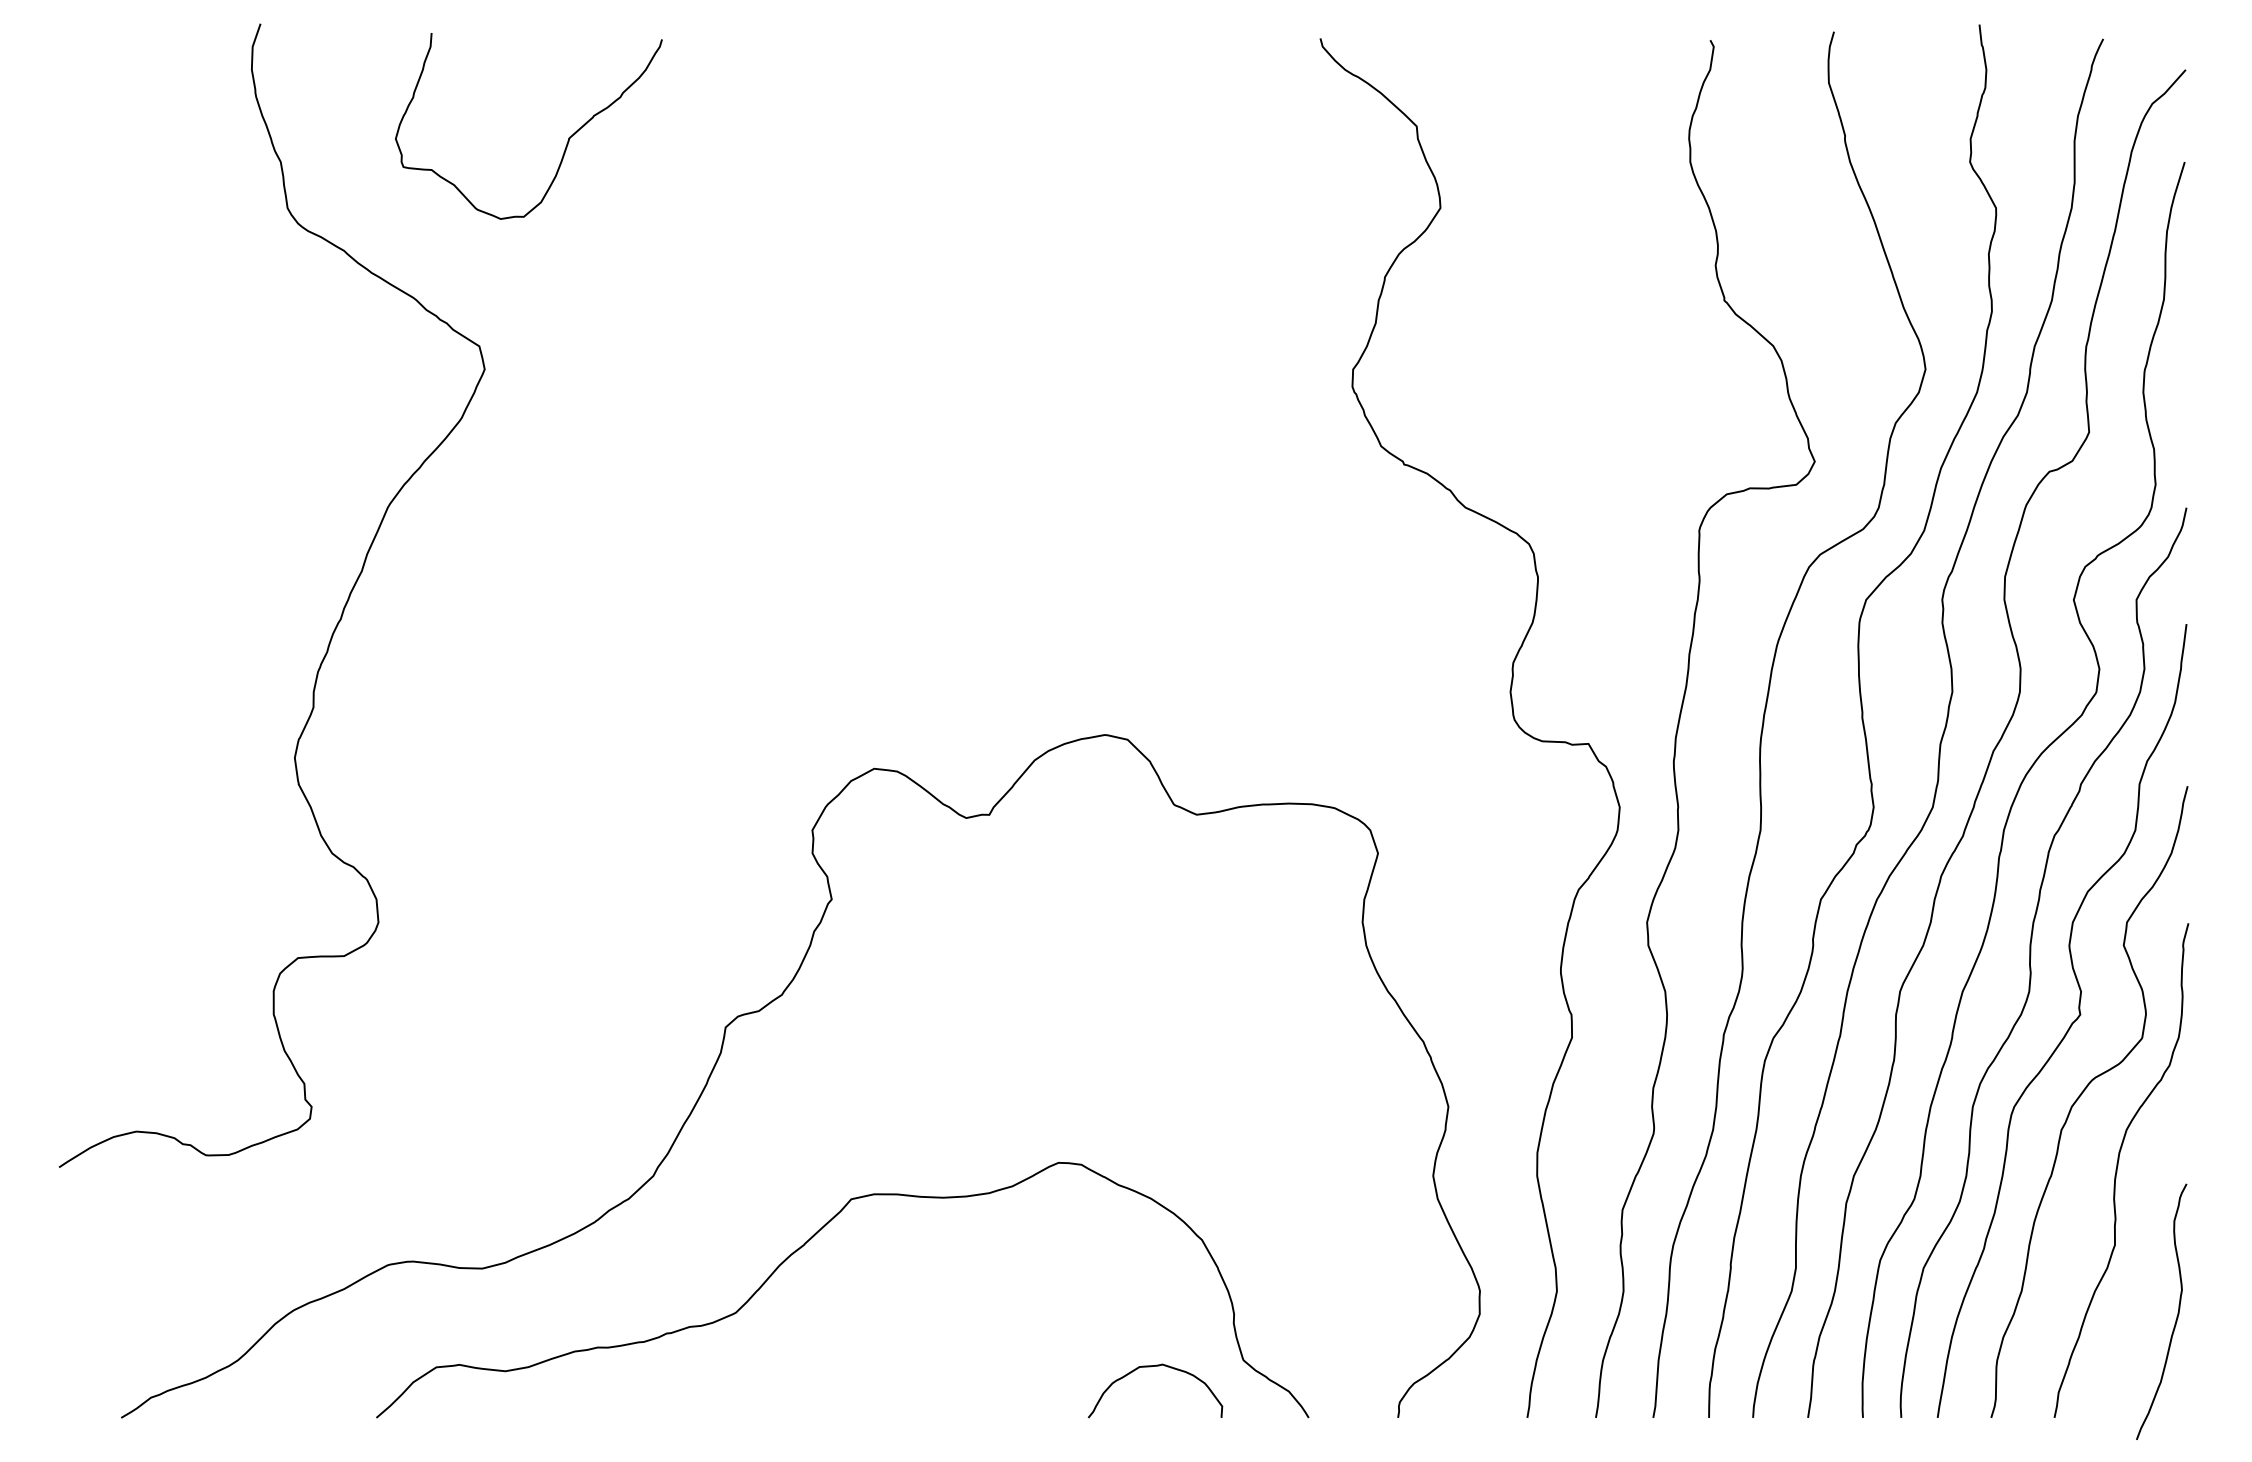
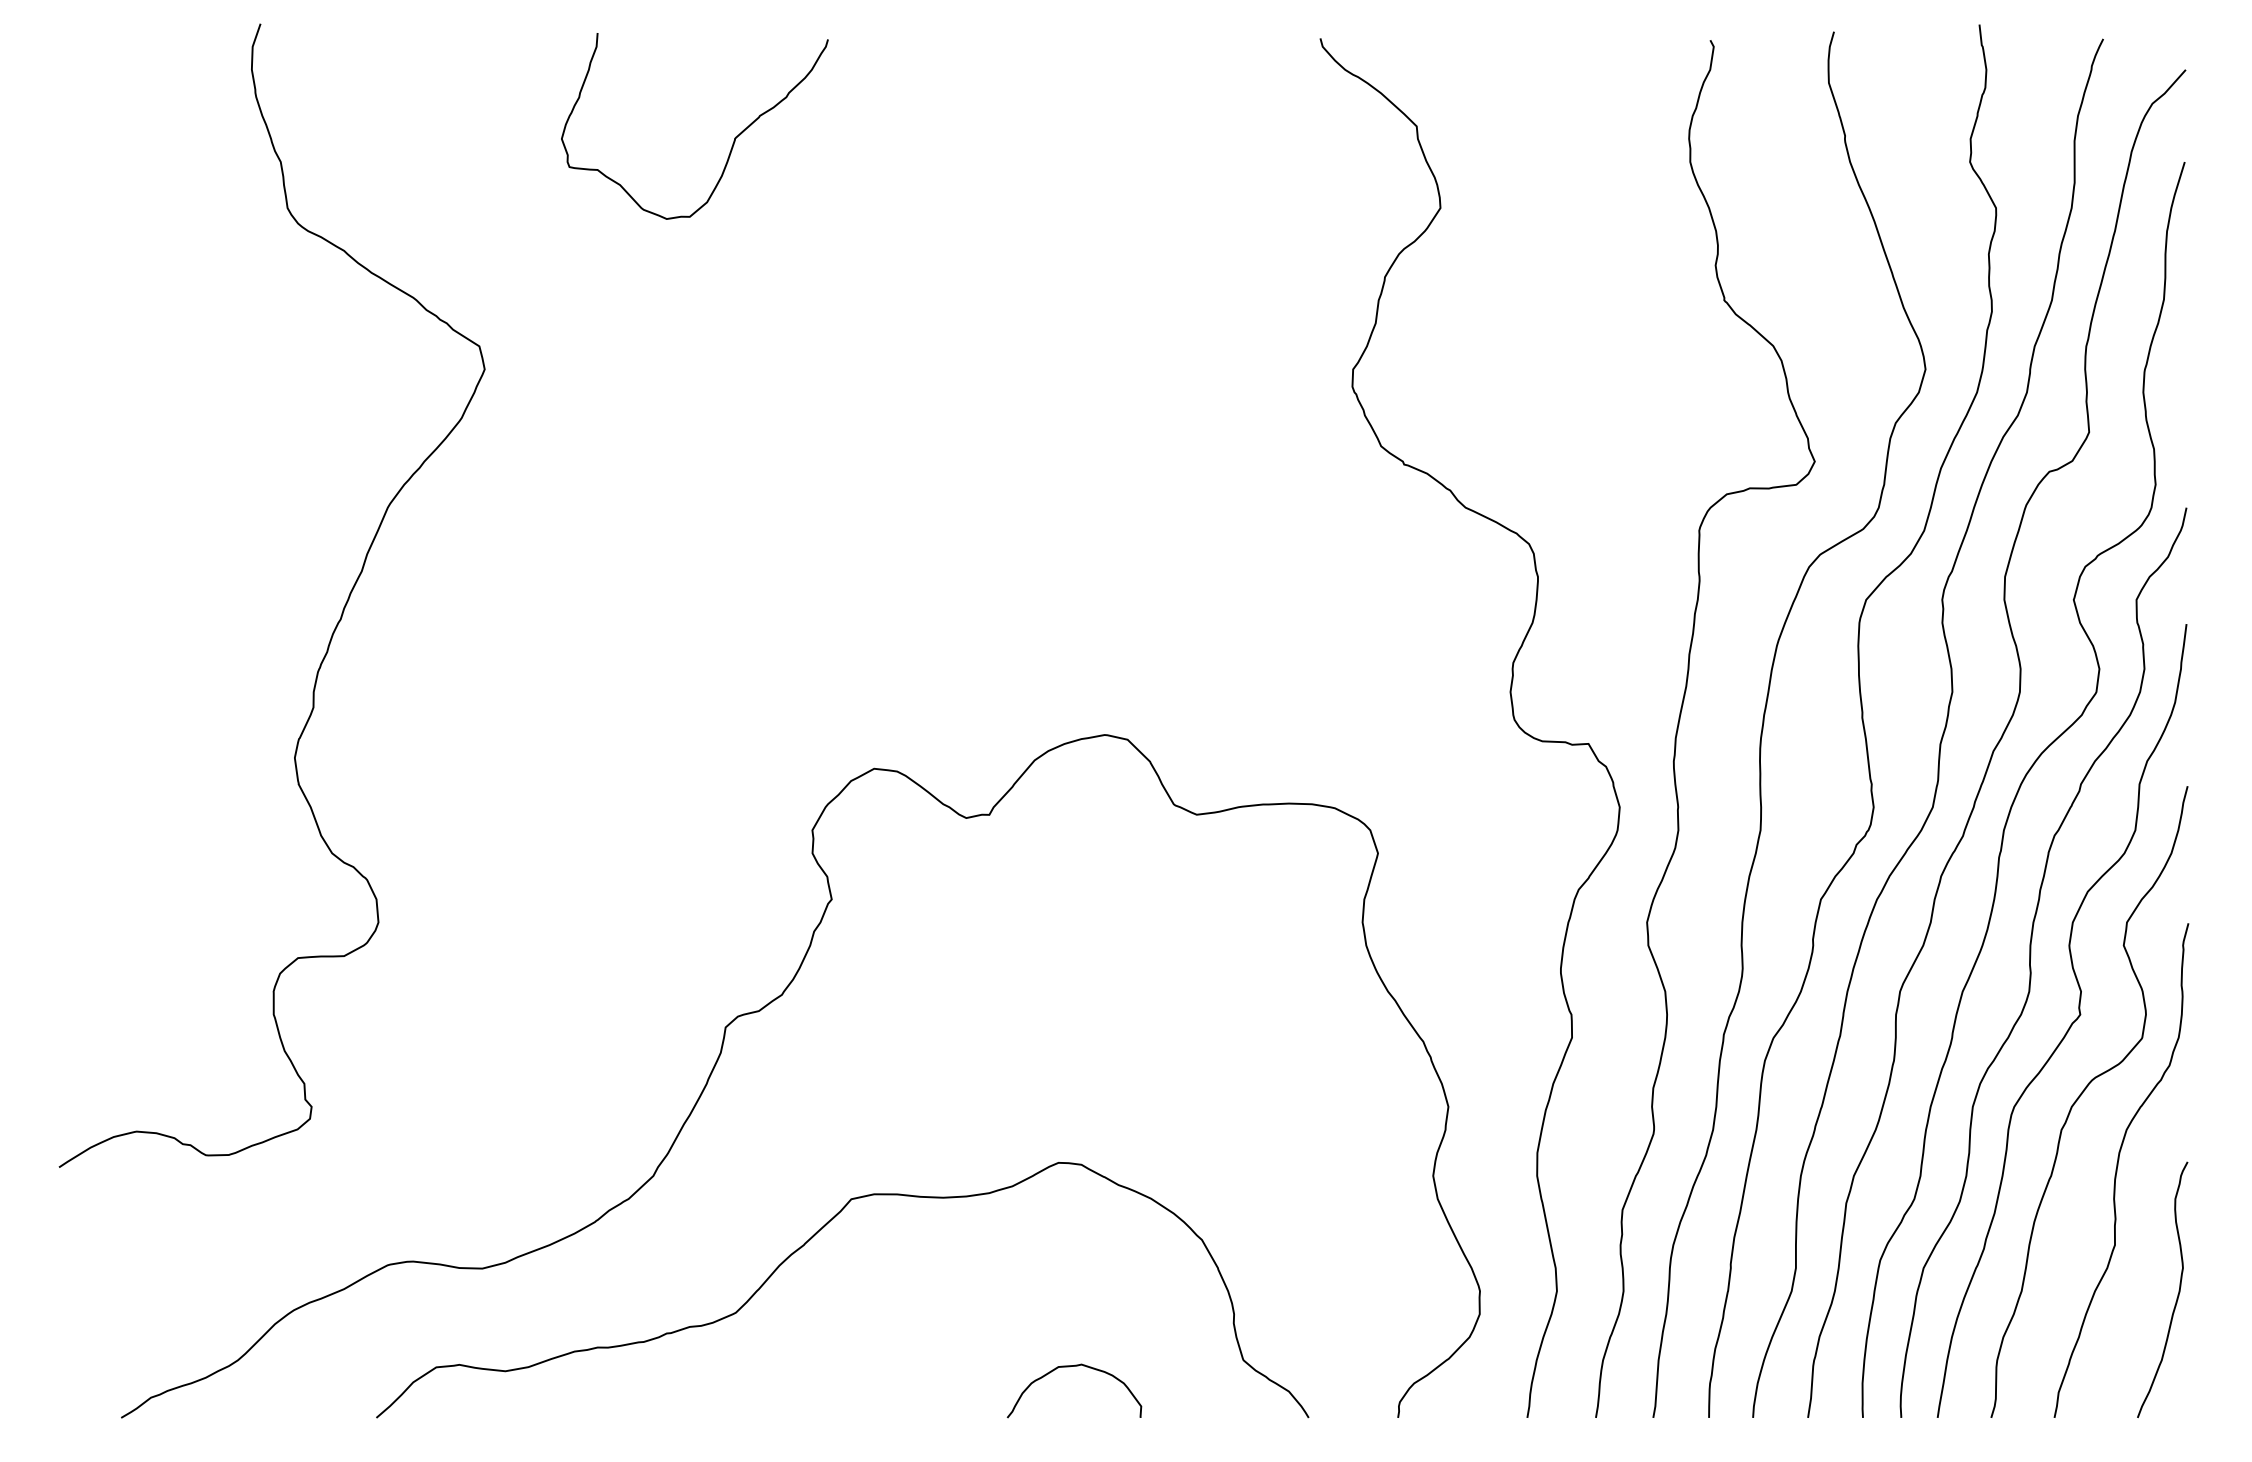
curve at (567, 140) position: (567, 140) -> (733, 140)
curve at (2176, 1316) position: (2176, 1316) -> (2177, 1294)
curve at (1150, 1367) position: (1150, 1367) -> (1069, 1367)
